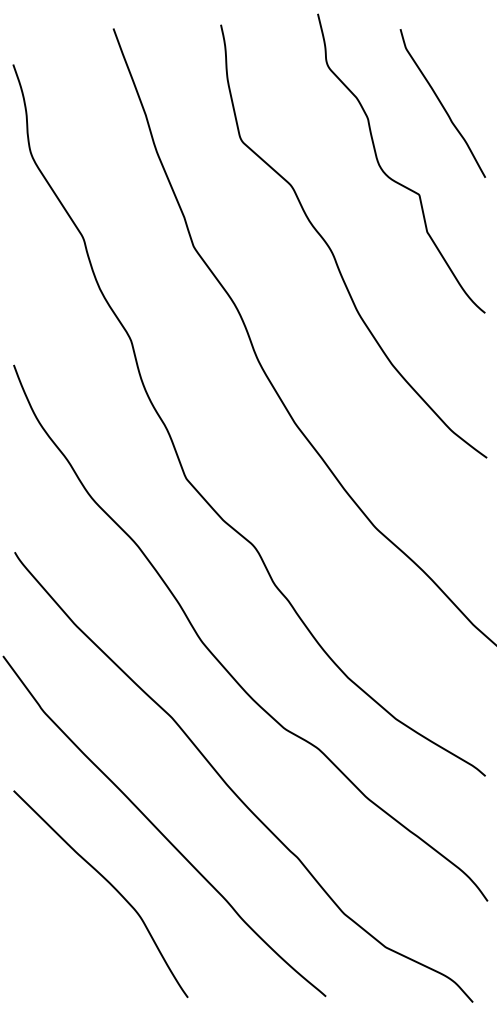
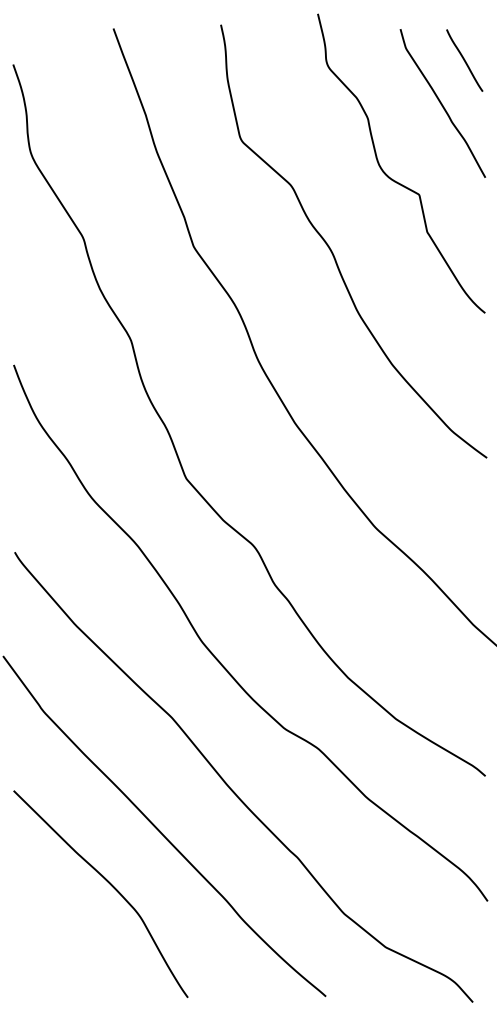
line at (464, 60): none -> present
